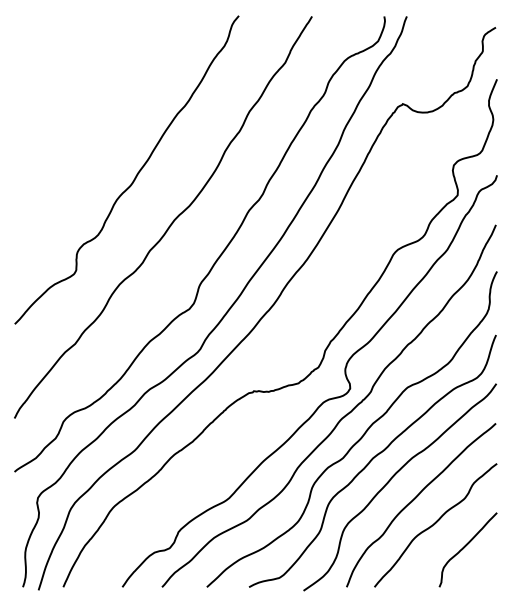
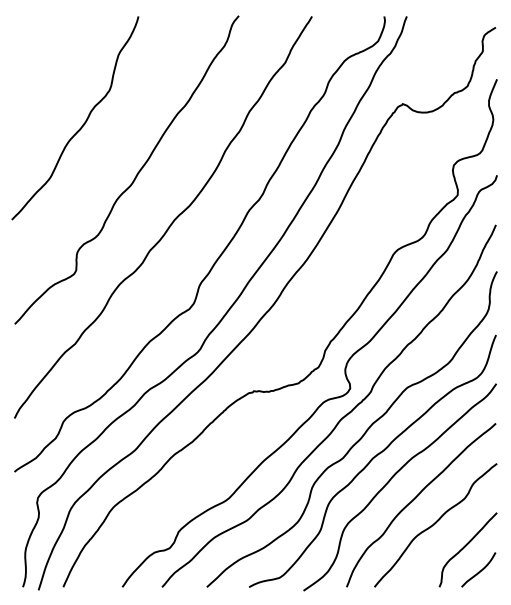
curve at (82, 124): none -> present
curve at (479, 570): none -> present
